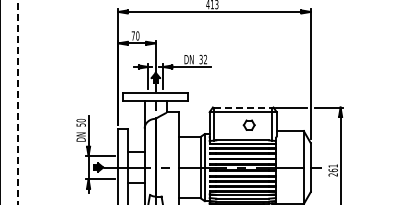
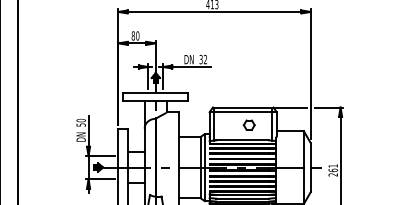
text at (132, 35): 70 -> 80
line at (18, 102): dashed -> solid
line at (243, 107): dashed -> solid
